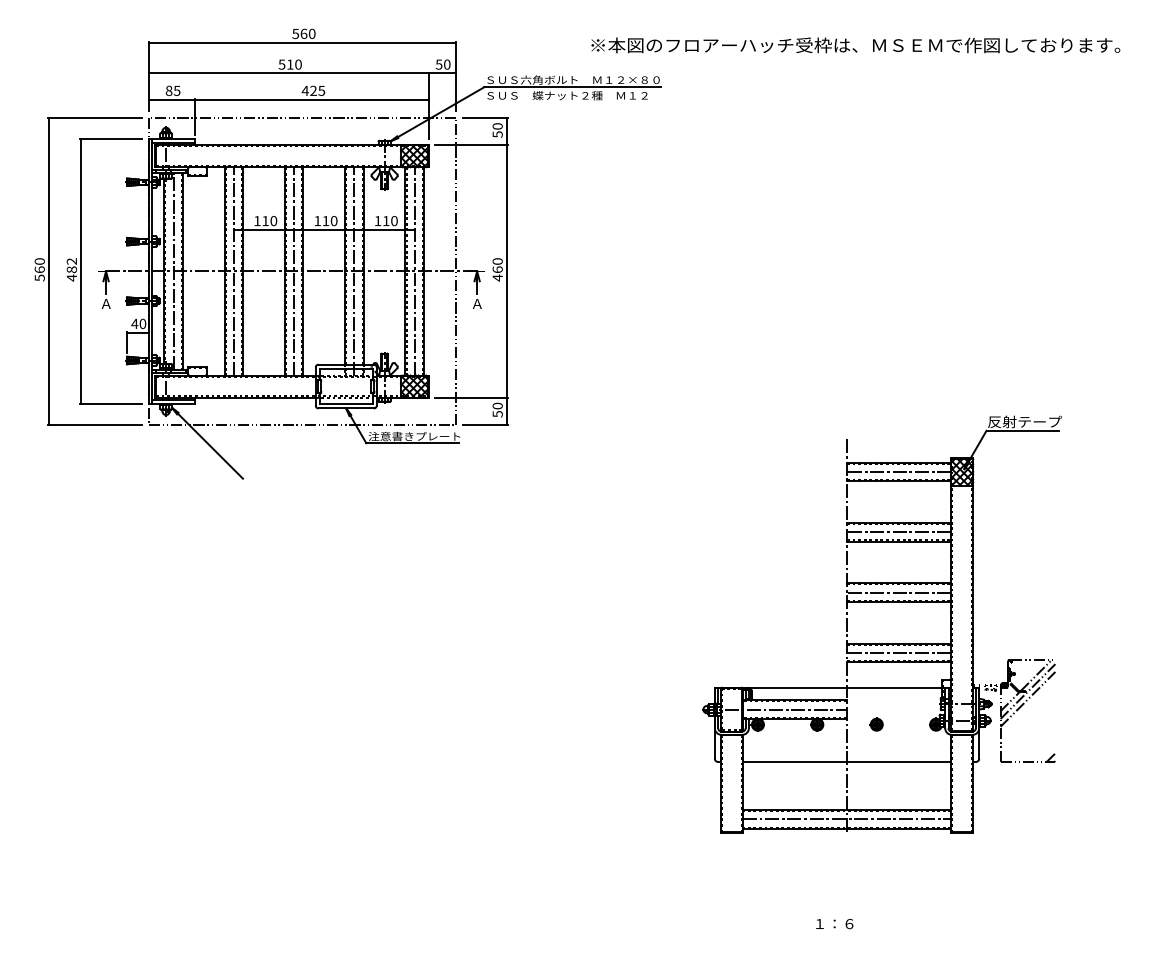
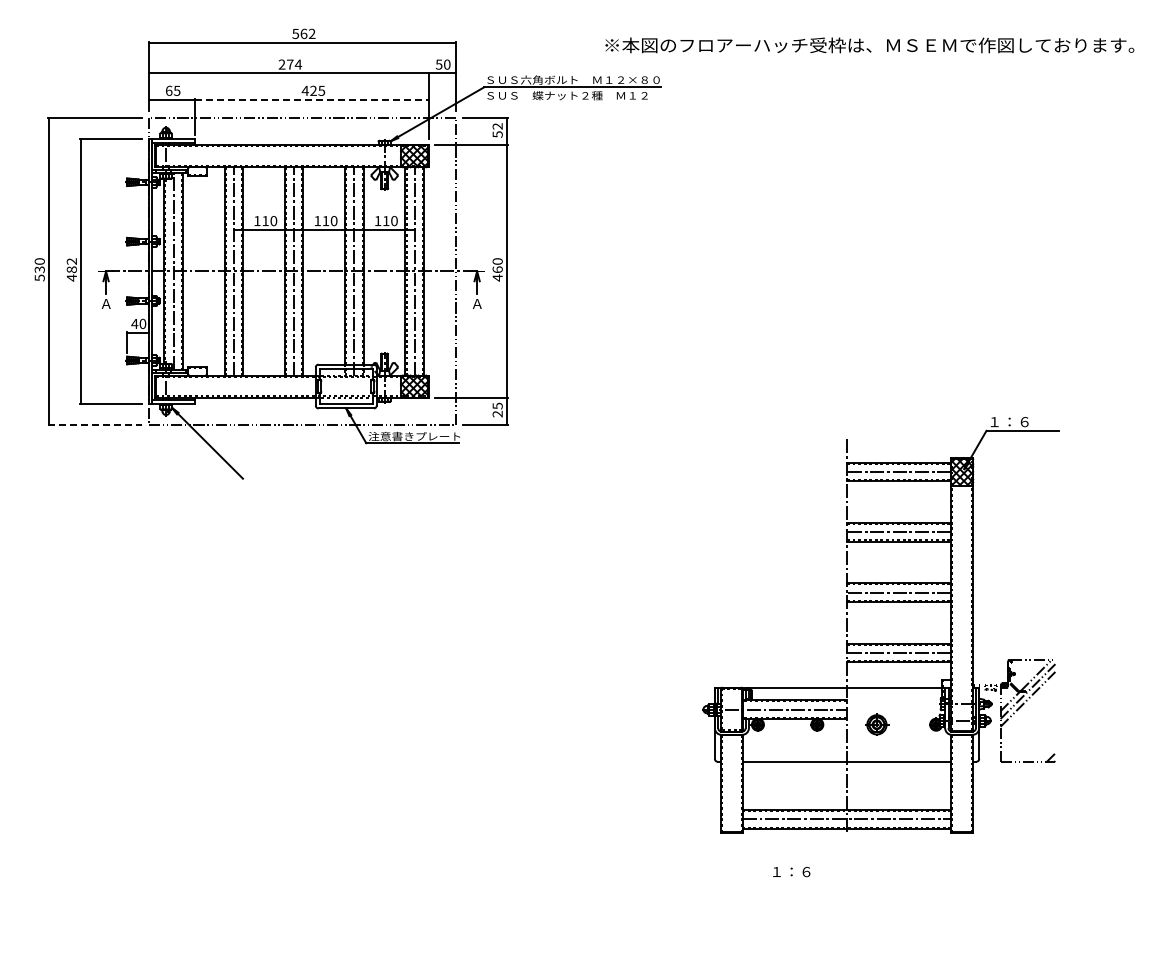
text at (311, 34): 560 -> 562
text at (855, 45) position: (855, 45) -> (869, 45)
text at (290, 64): 510 -> 274
text at (168, 90): 85 -> 65
line at (311, 99): solid -> dashed
text at (497, 126): 50 -> 52
text at (39, 269): 560 -> 530
text at (497, 409): 50 -> 25
text at (1024, 421): 反射テープ -> １：６
line at (95, 424): solid -> dashed
part at (876, 724) size: 15x15 px -> 25x23 px
text at (834, 924) position: (834, 924) -> (791, 872)
